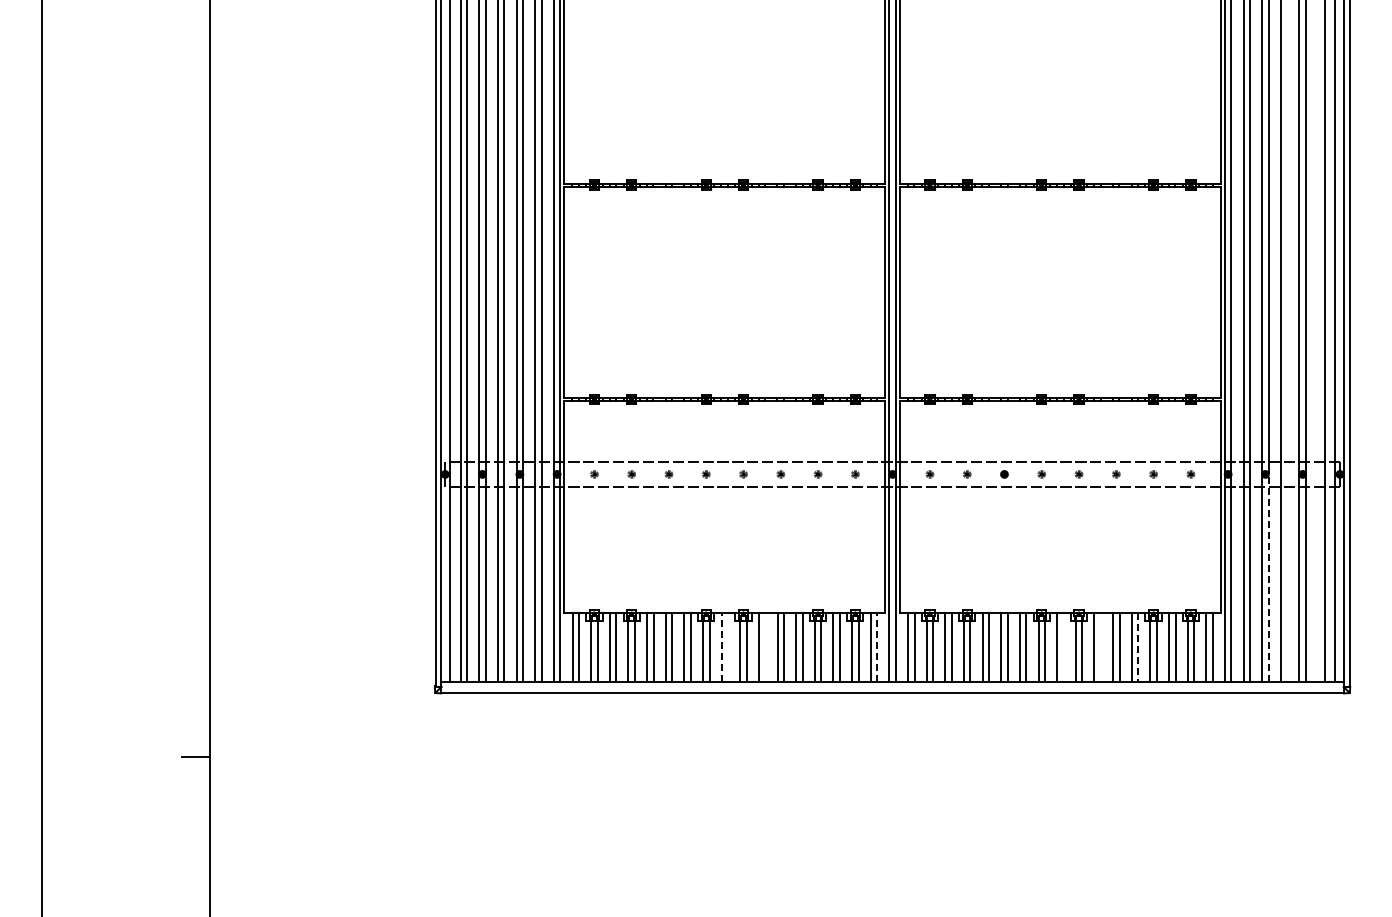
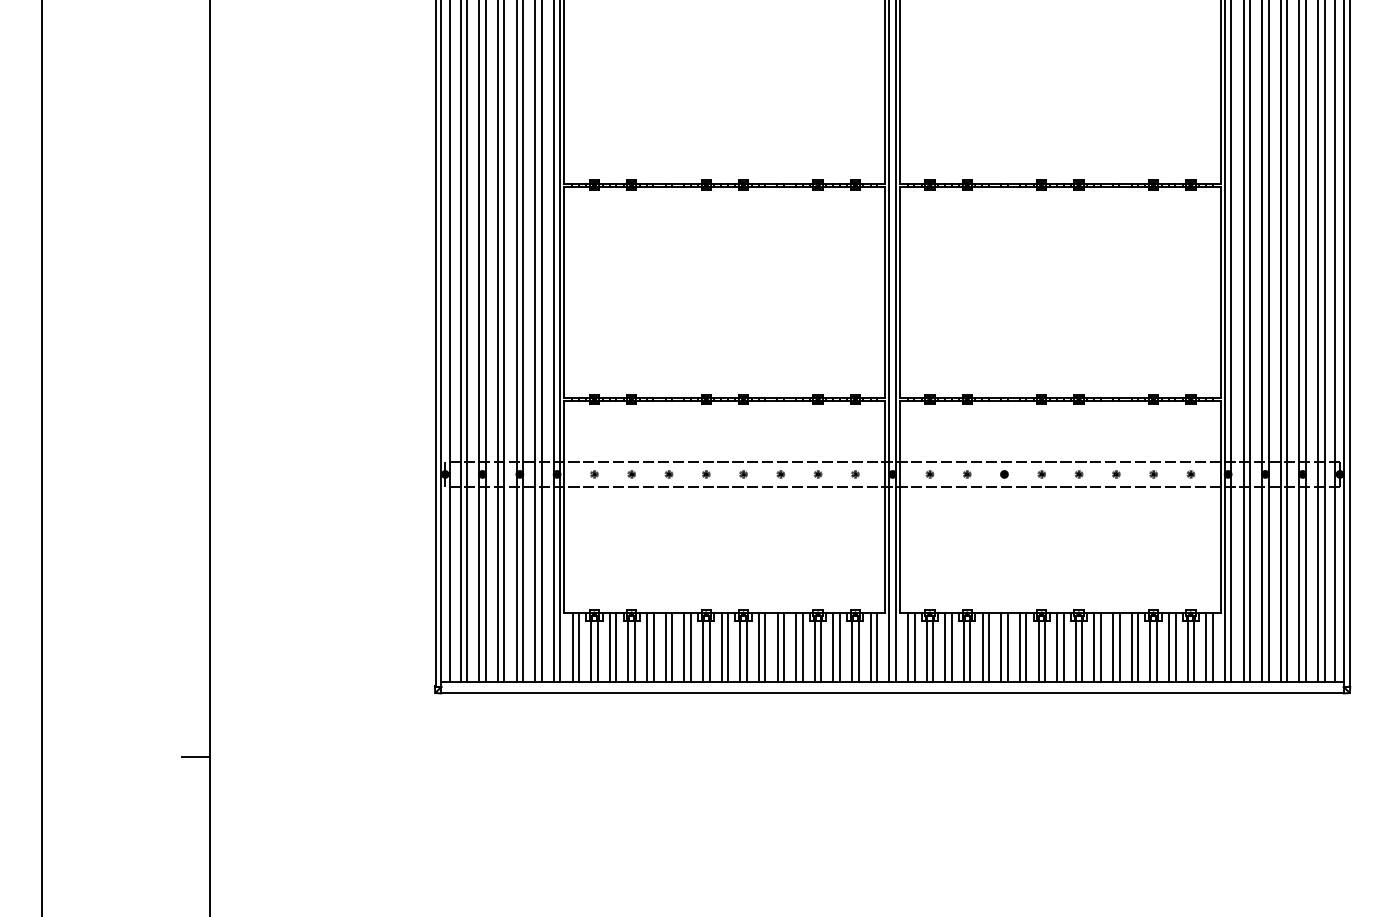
line at (1287, 342): none -> present
line at (1318, 342): none -> present
line at (1268, 578): dashed -> solid
line at (721, 647): dashed -> solid
line at (728, 647): none -> present
line at (765, 647): none -> present
line at (877, 647): dashed -> solid
line at (1063, 647): none -> present
line at (1100, 647): none -> present
line at (1138, 647): dashed -> solid
